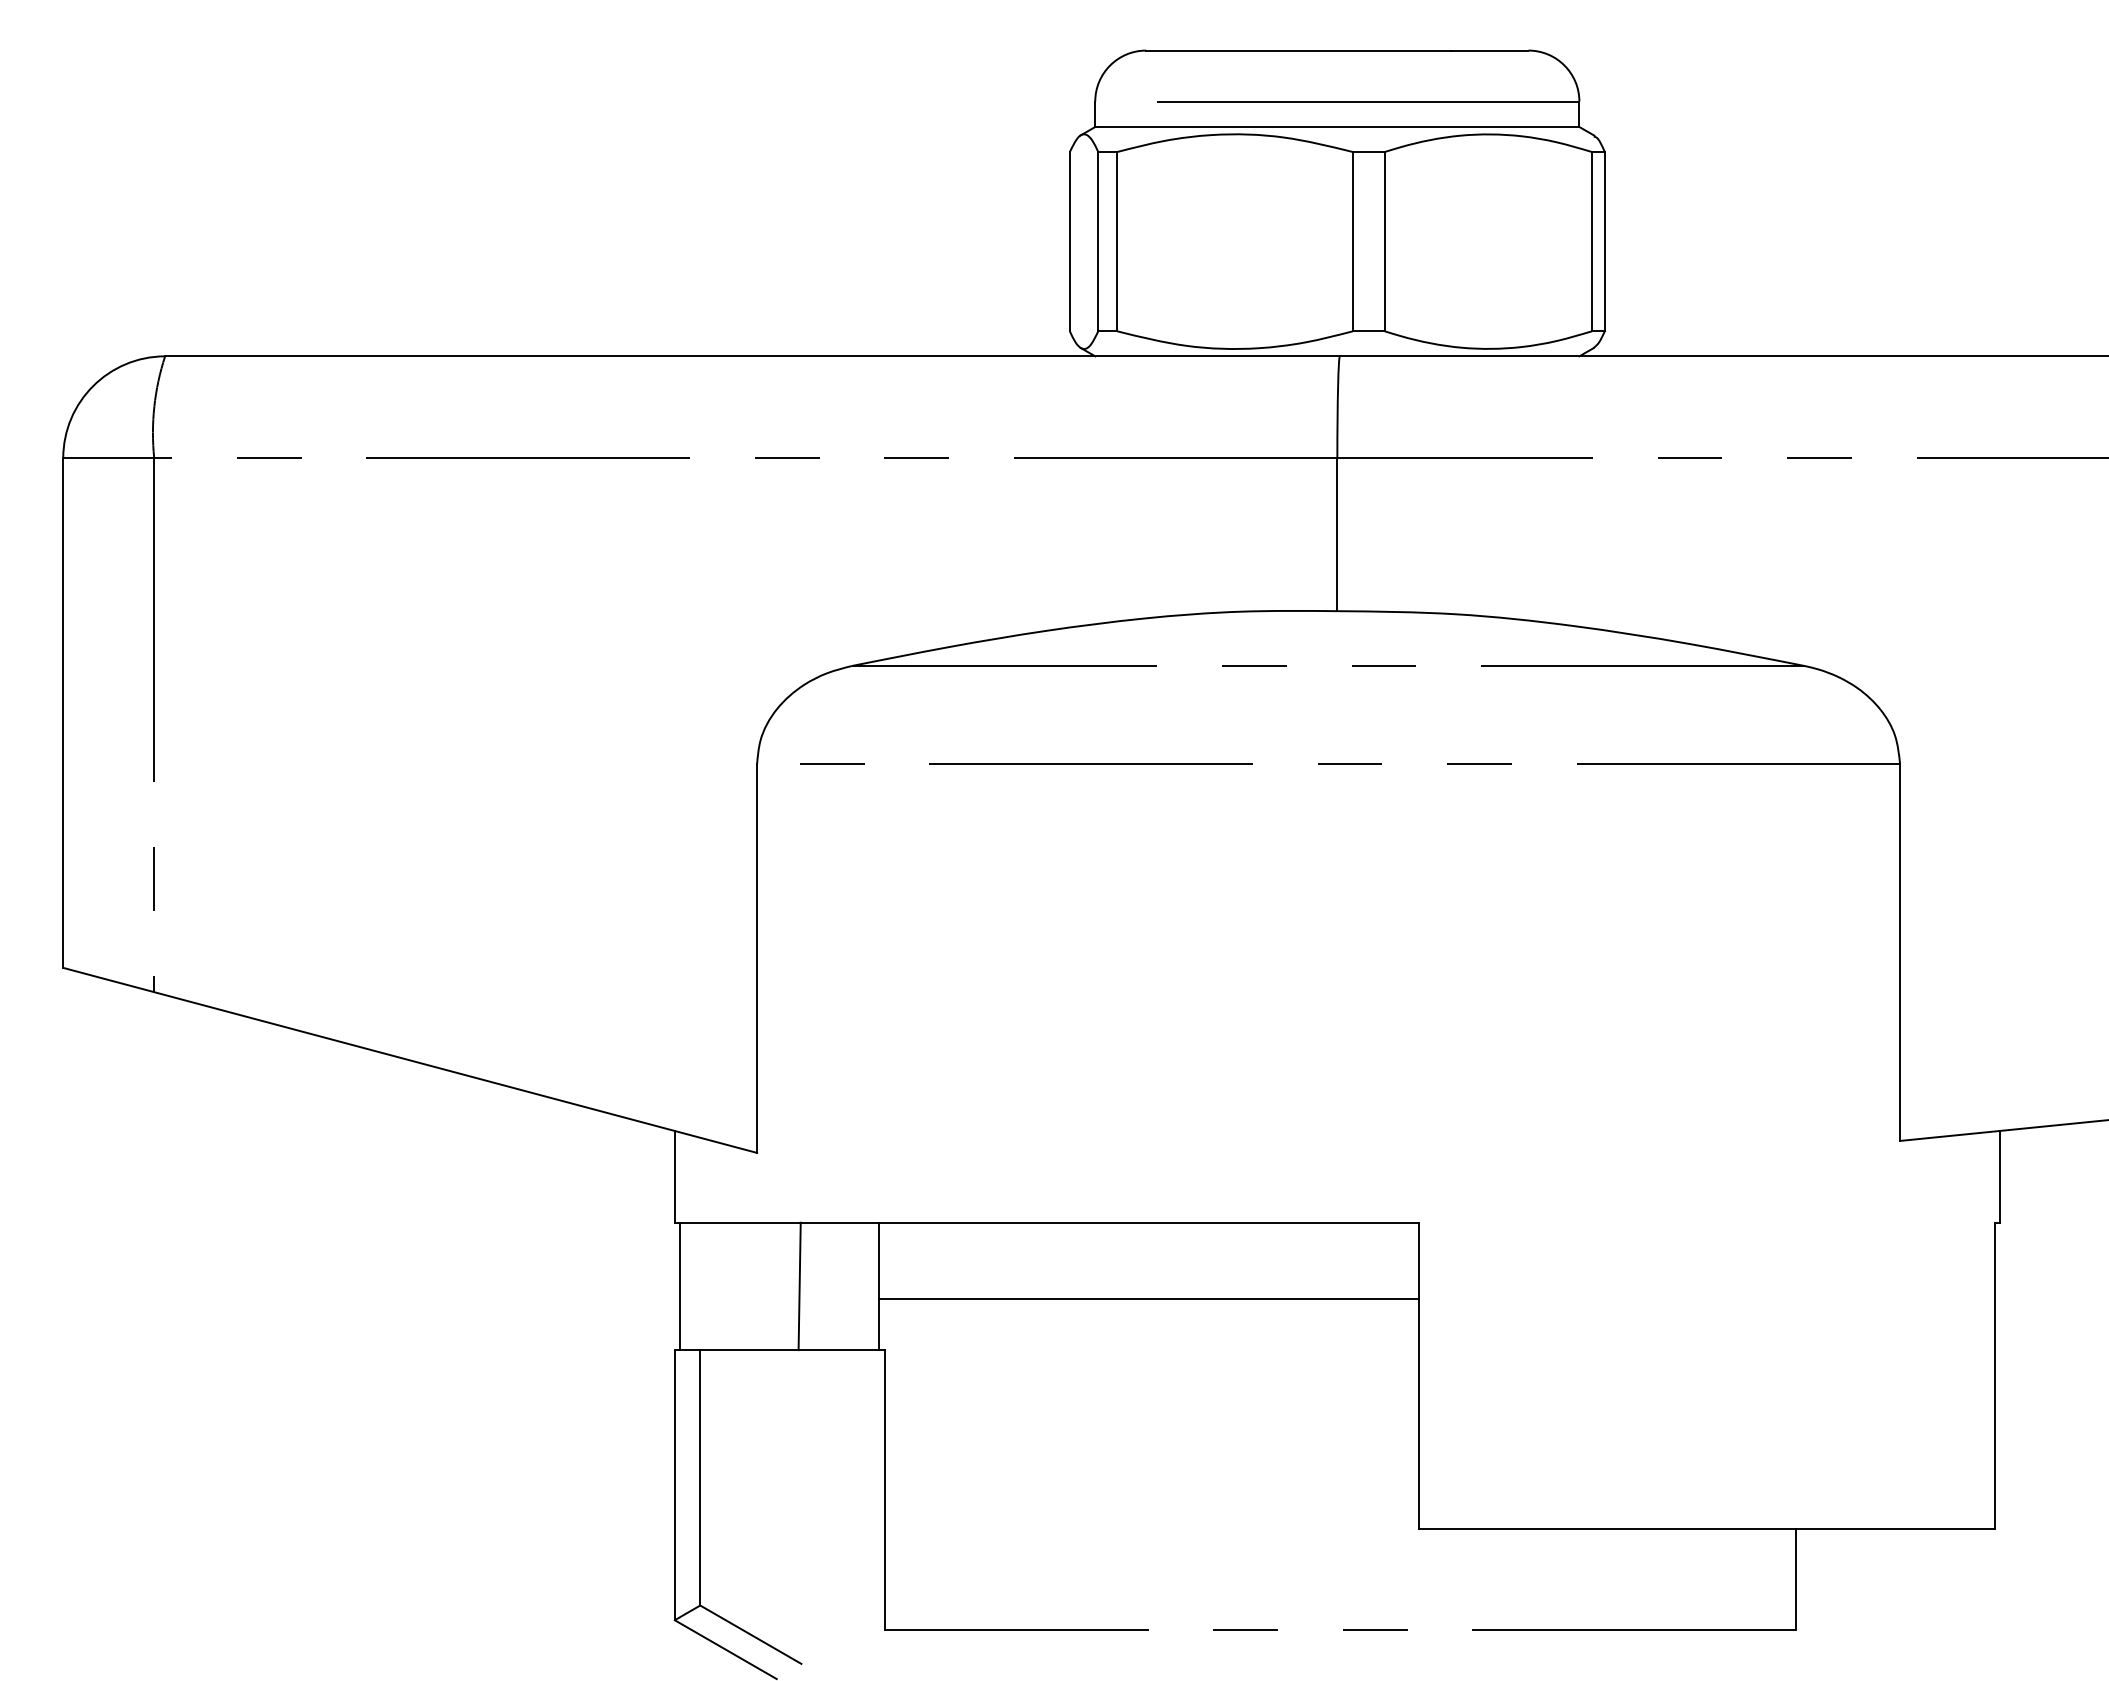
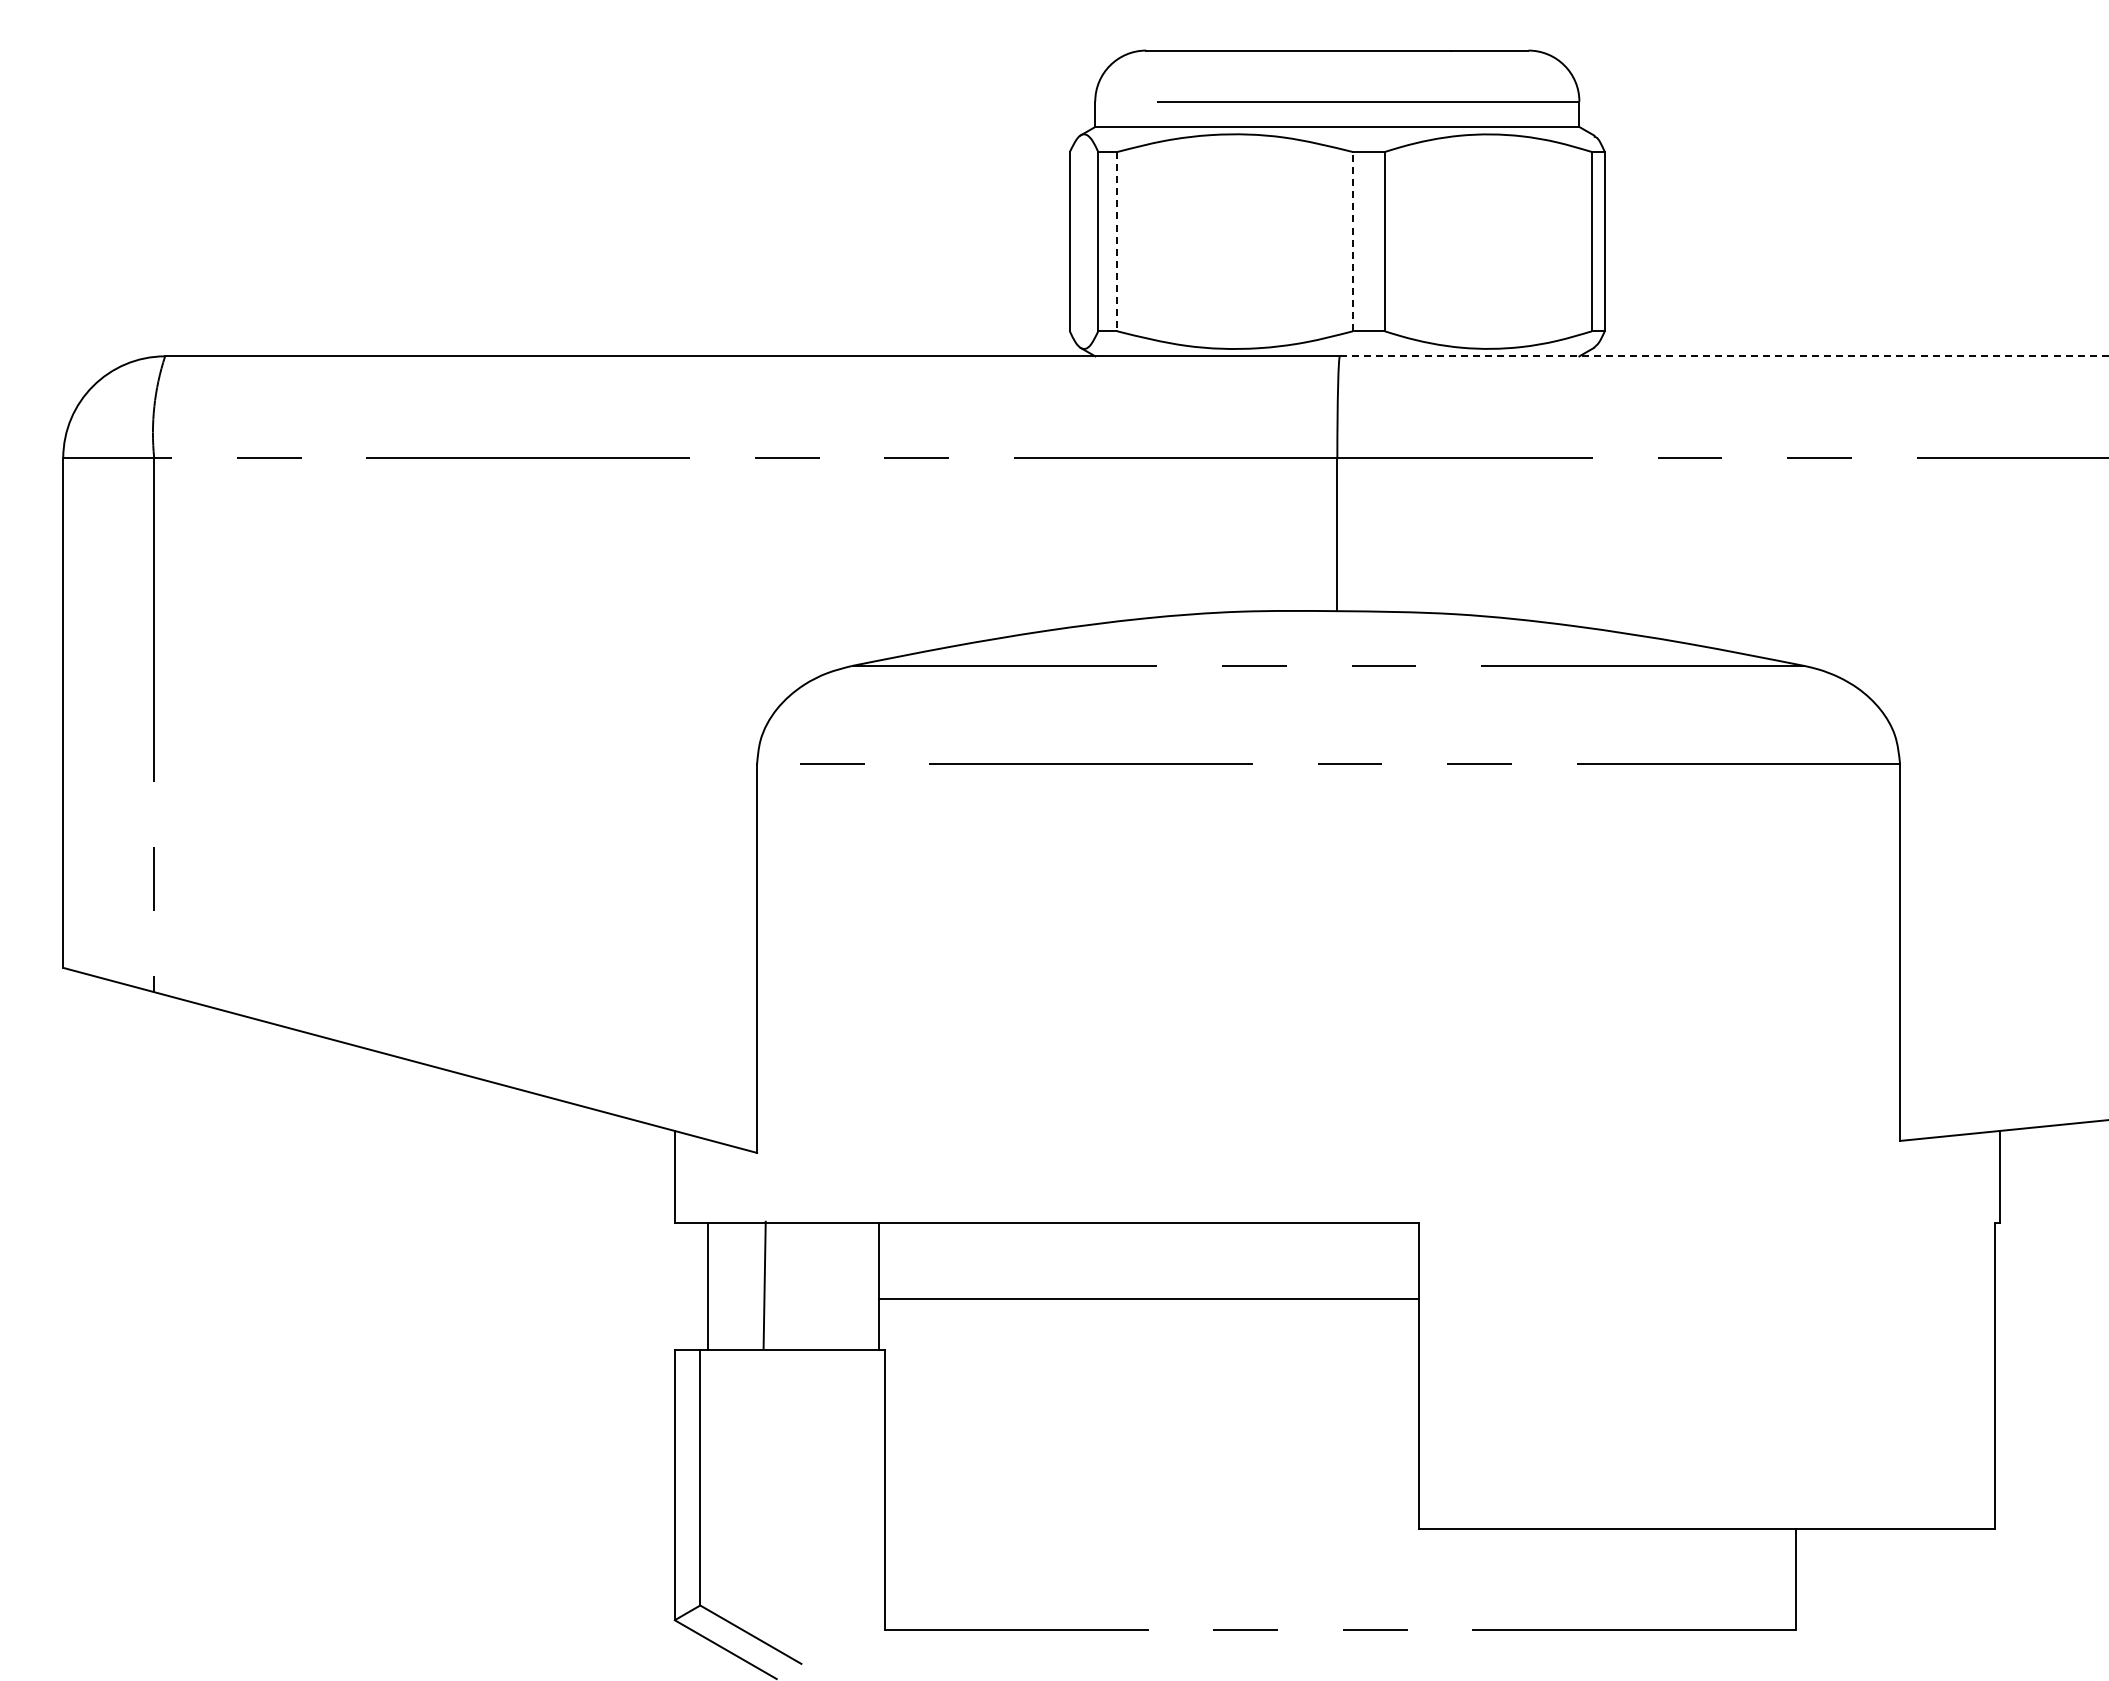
line at (1117, 241): solid -> dashed
line at (1352, 241): solid -> dashed
line at (1724, 356): solid -> dashed
line at (679, 1286) position: (679, 1286) -> (707, 1286)
line at (799, 1286) position: (799, 1286) -> (764, 1285)
